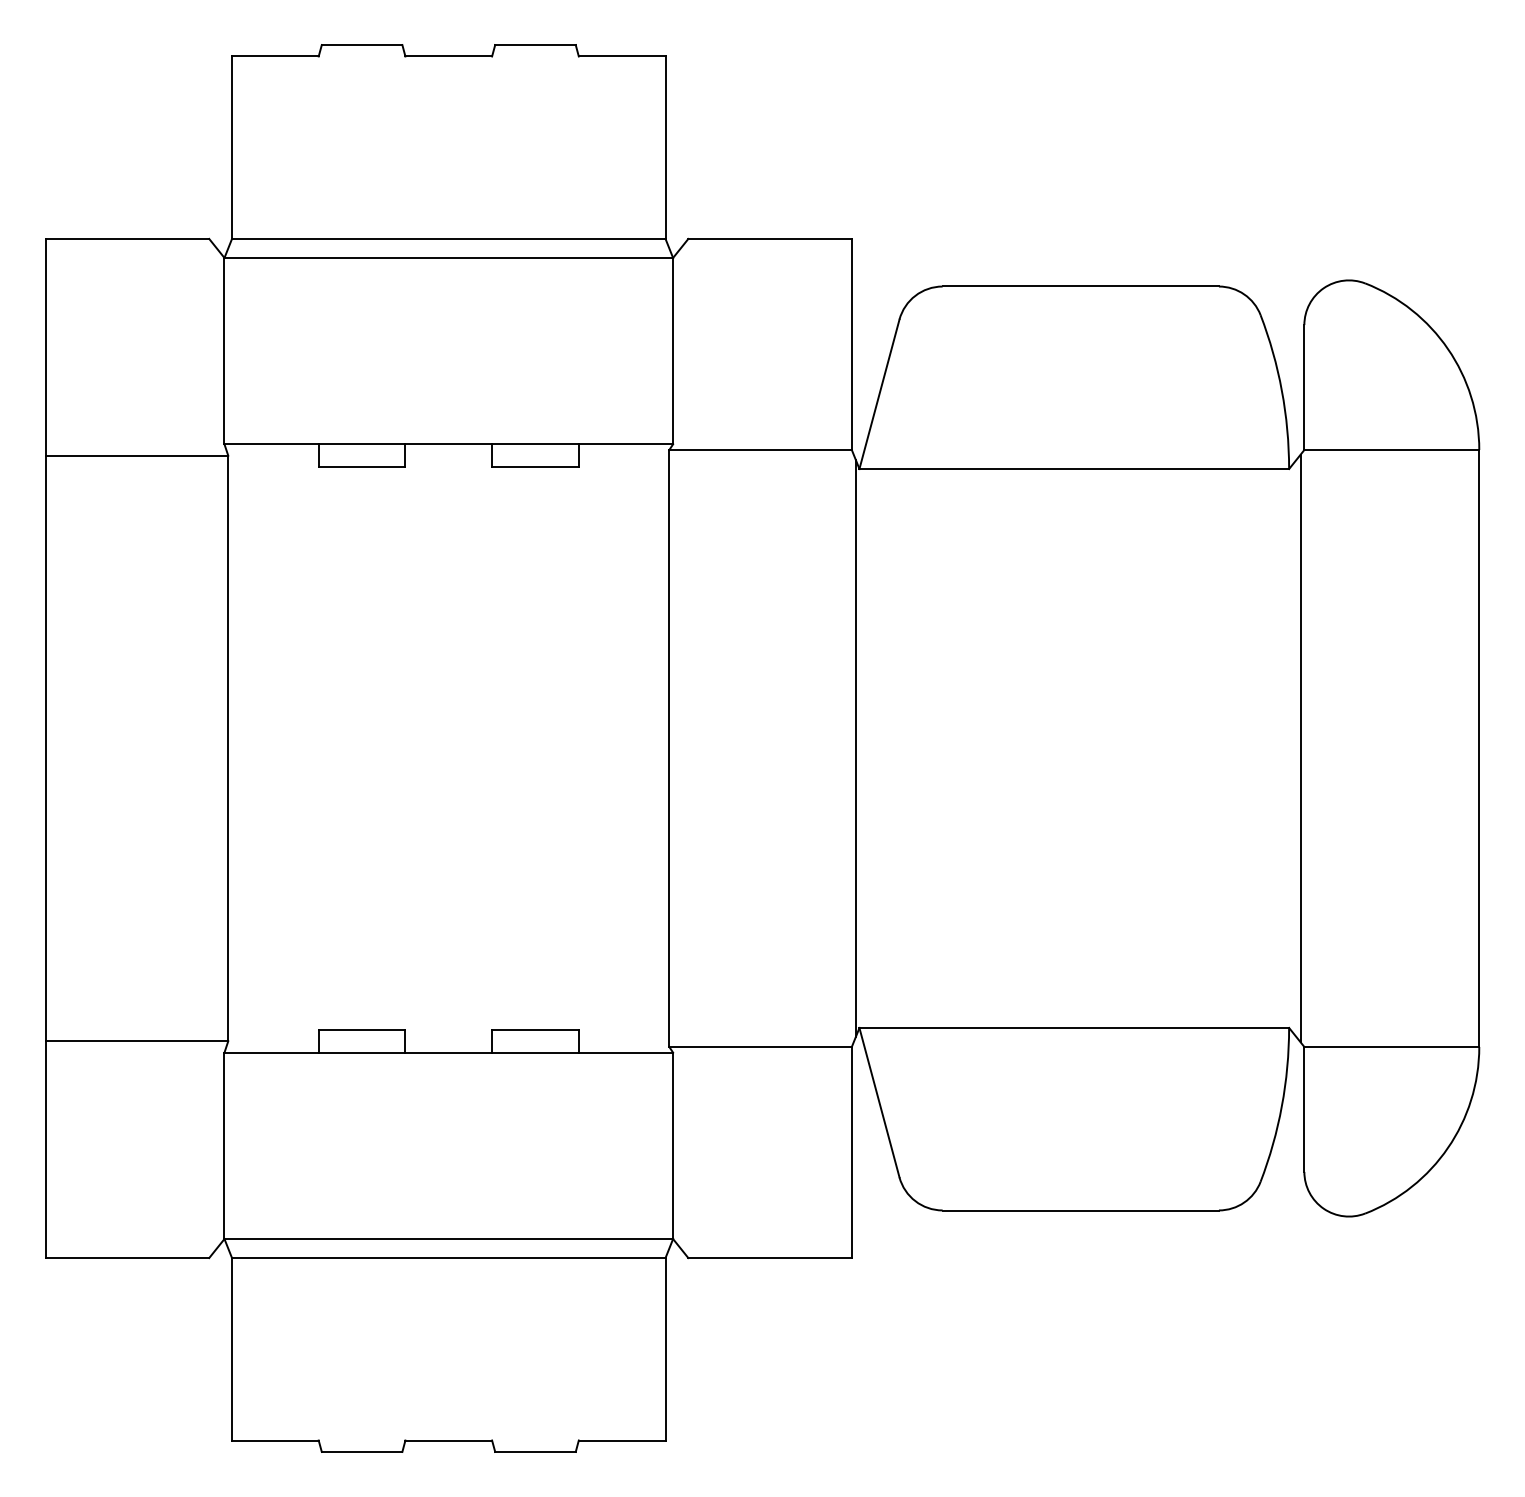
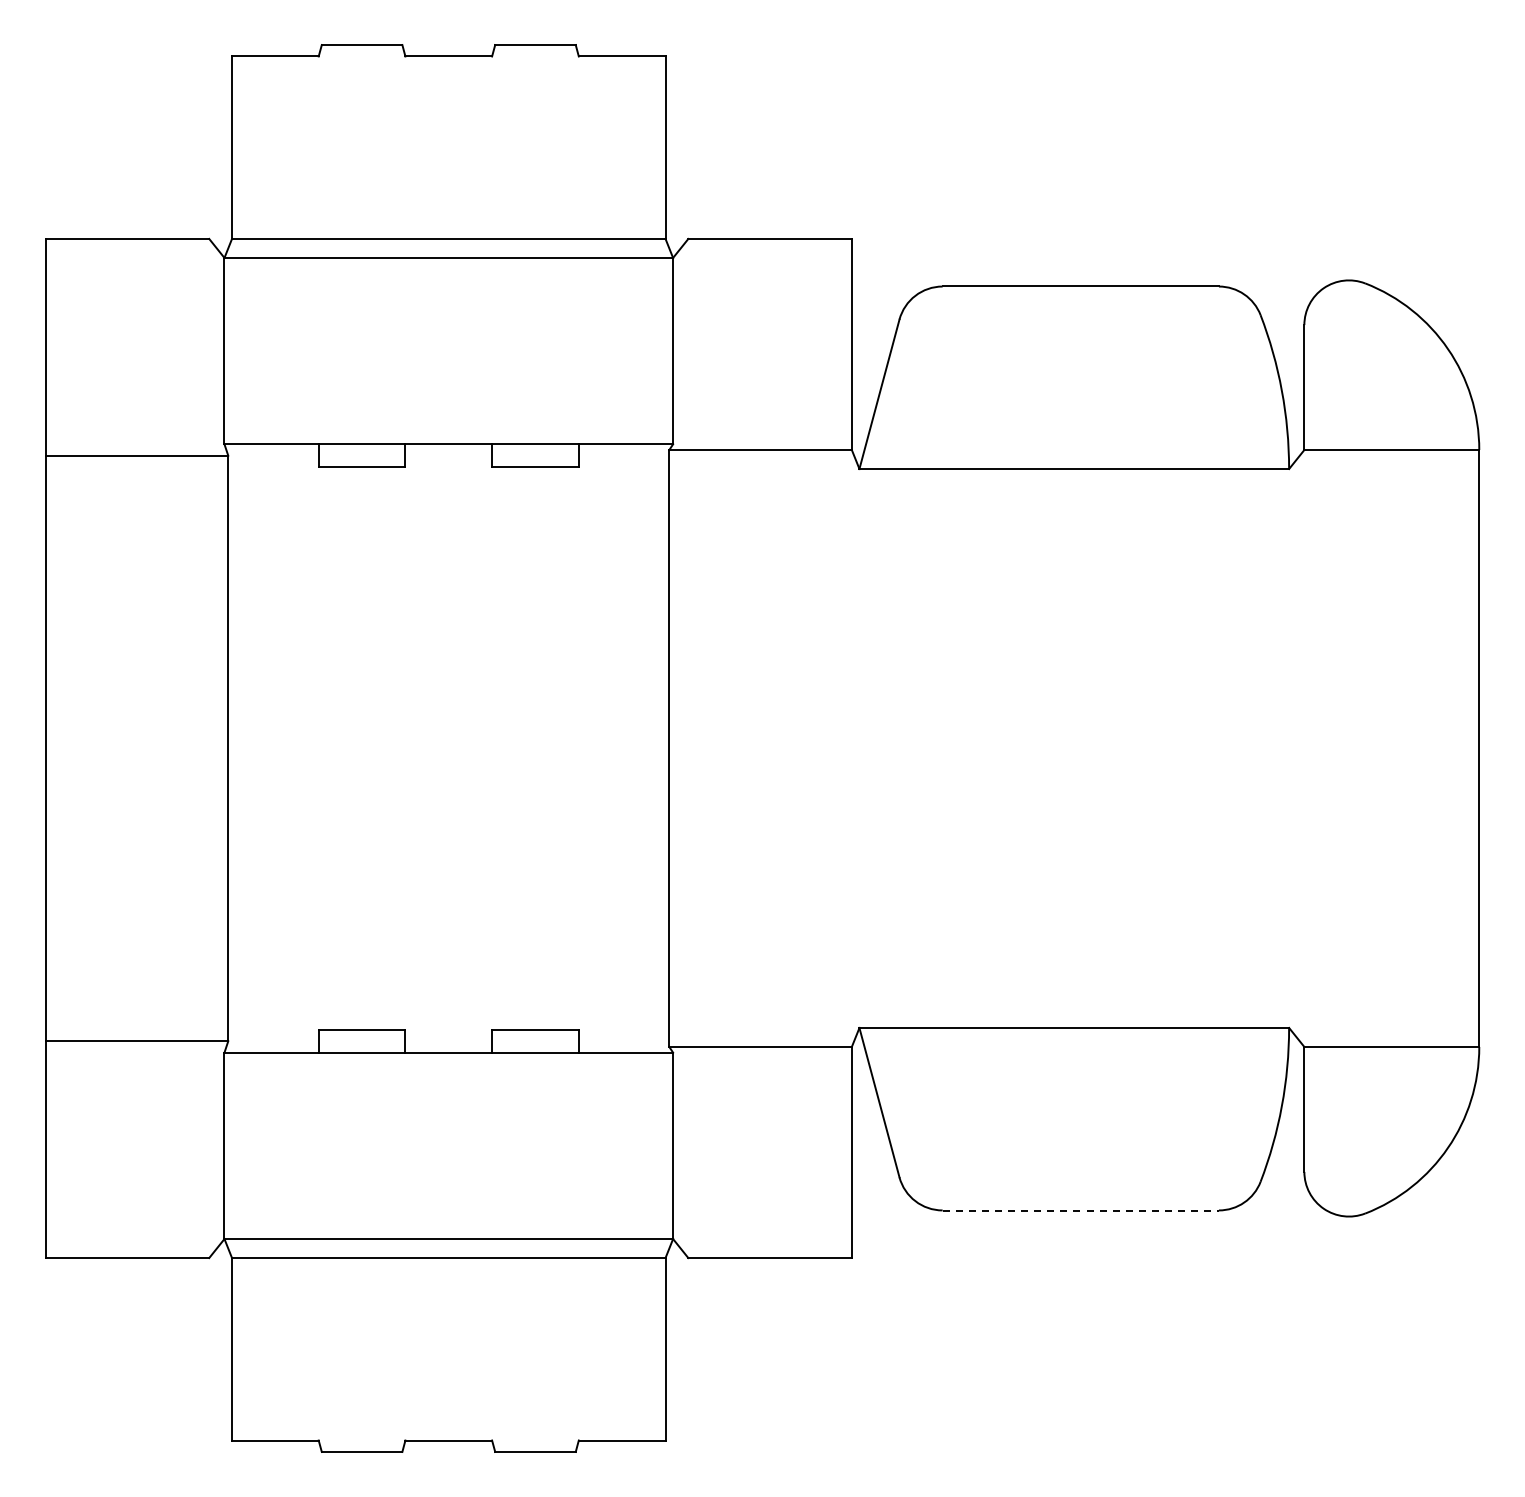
line at (855, 748): present -> none
line at (1300, 748): present -> none
line at (1081, 1210): solid -> dashed
